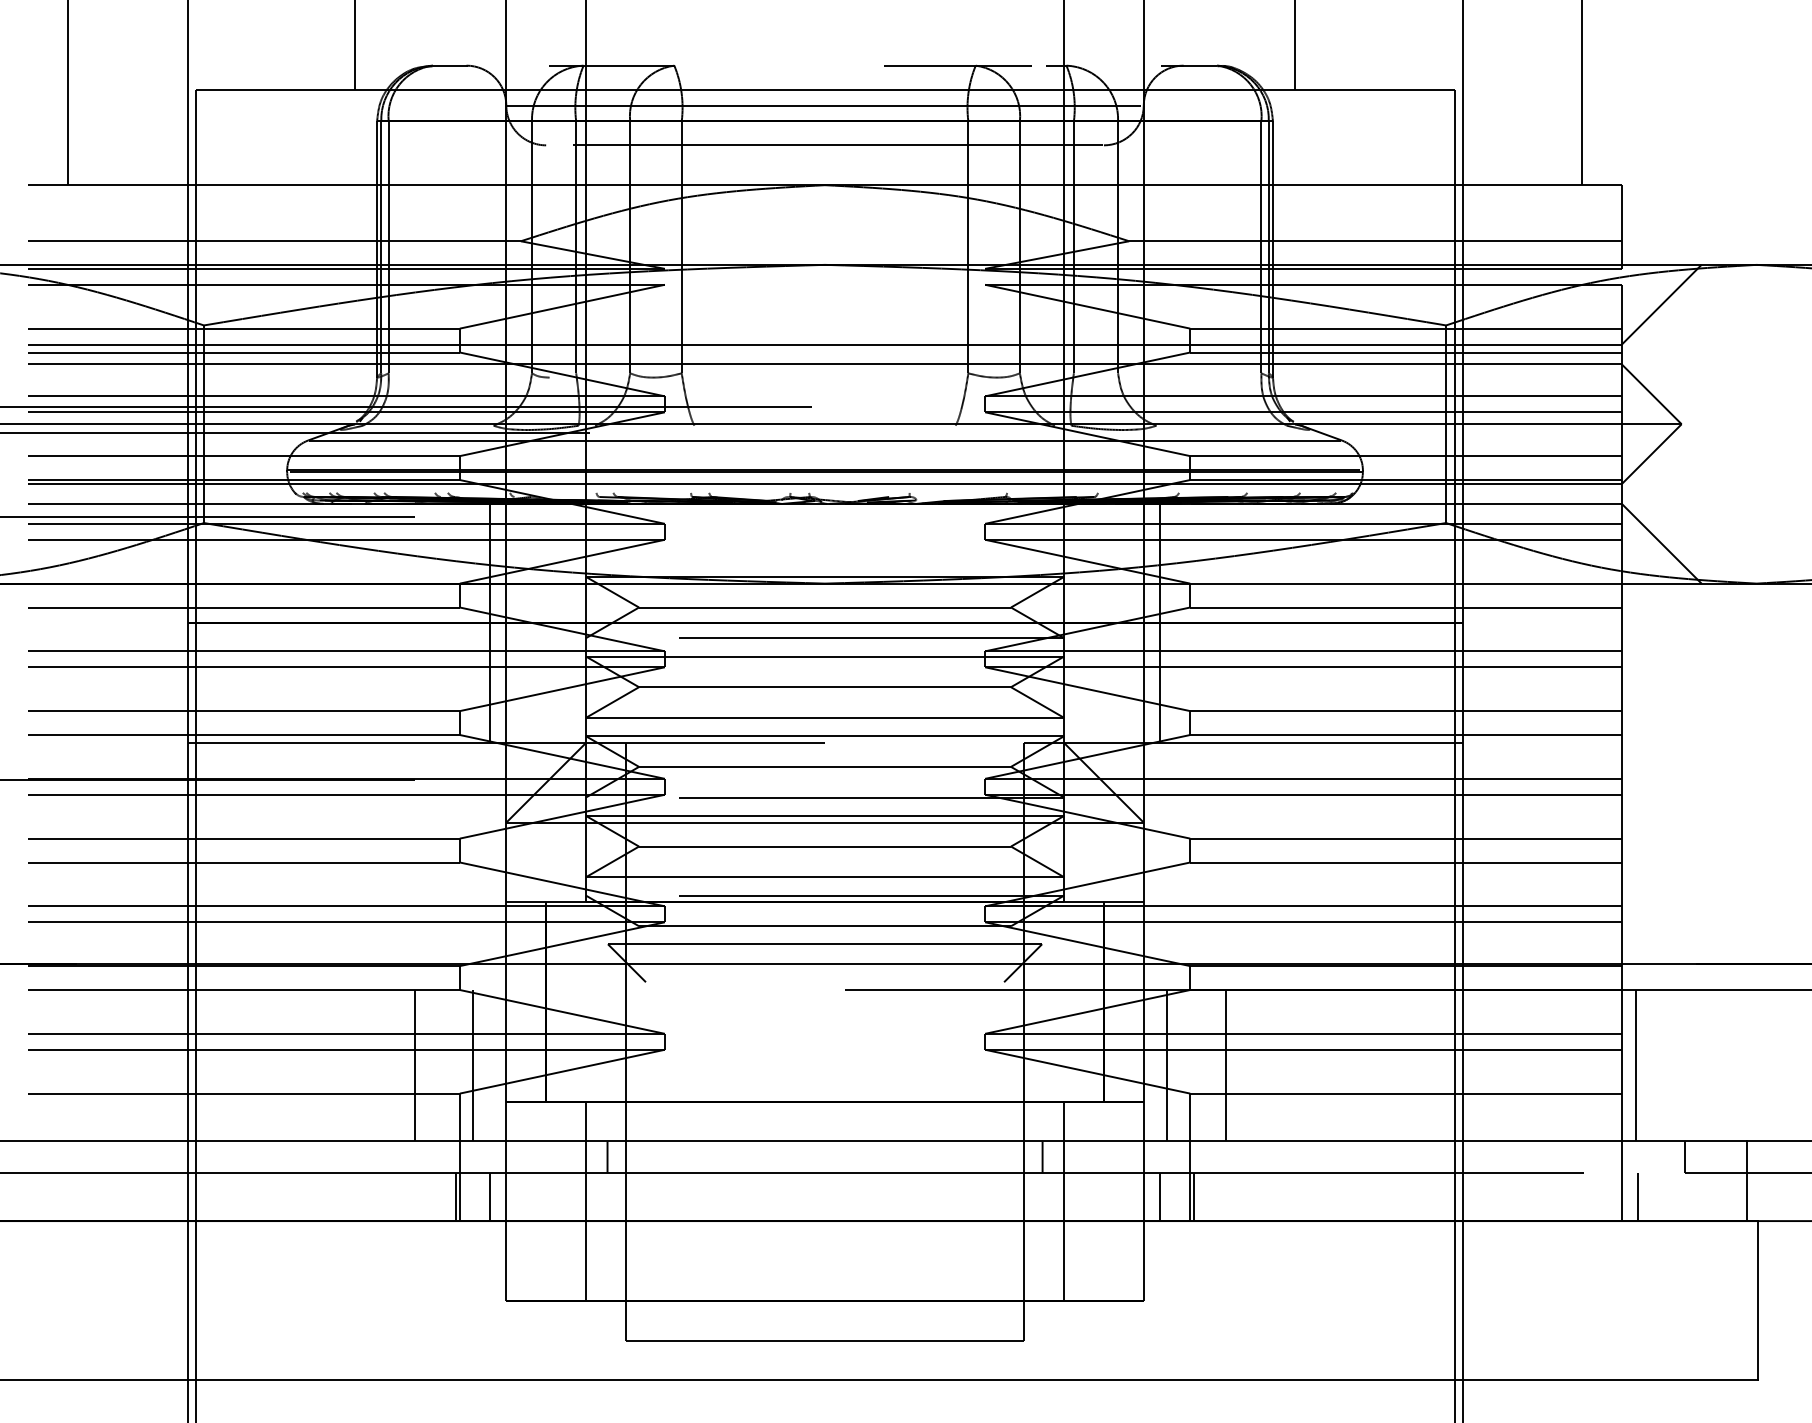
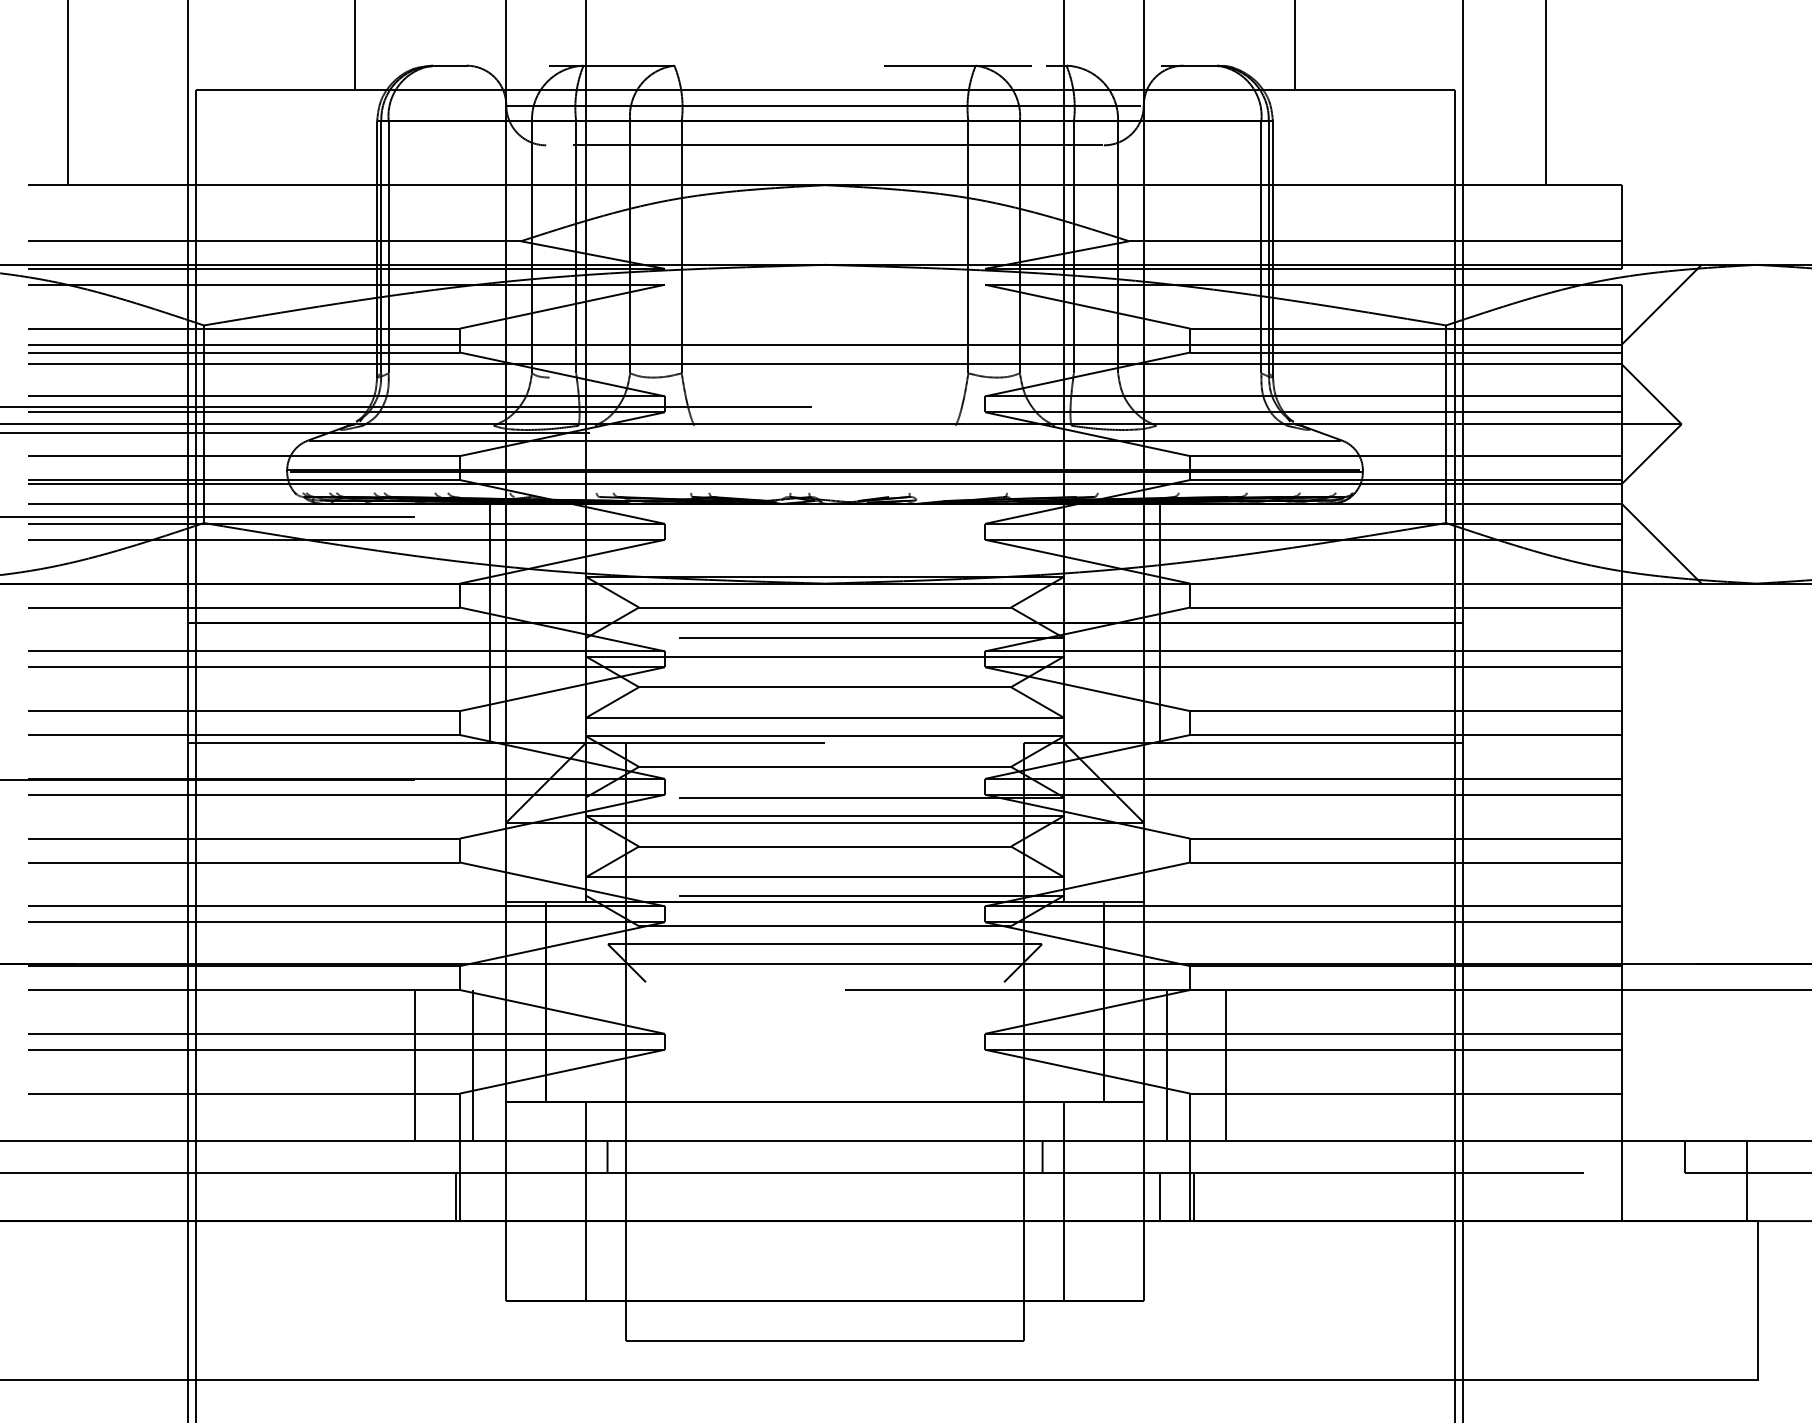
line at (1582, 93) position: (1582, 93) -> (1546, 93)
line at (1635, 1065): present -> none
line at (490, 1197): present -> none
line at (1637, 1197): present -> none
